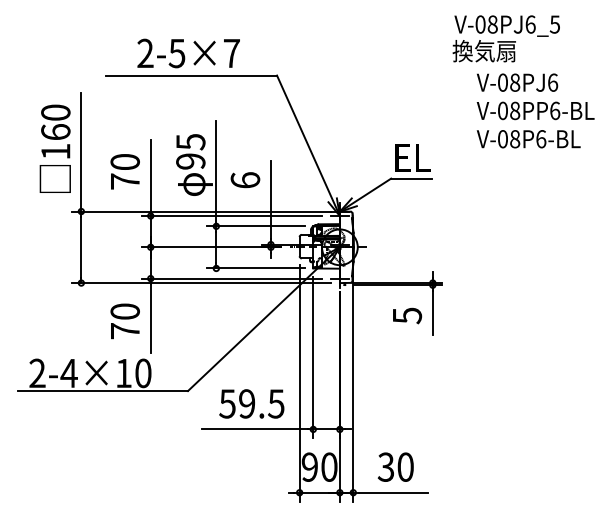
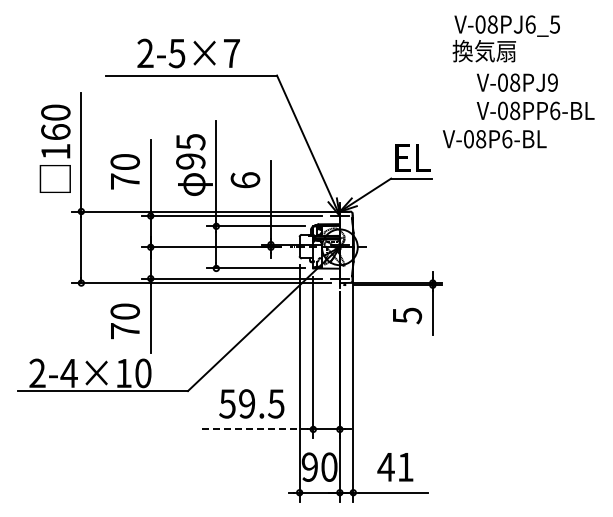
text at (553, 82): V-08PJ6 -> V-08PJ9
text at (528, 139) position: (528, 139) -> (494, 139)
line at (254, 429): solid -> dashed
text at (395, 466): 30 -> 41
